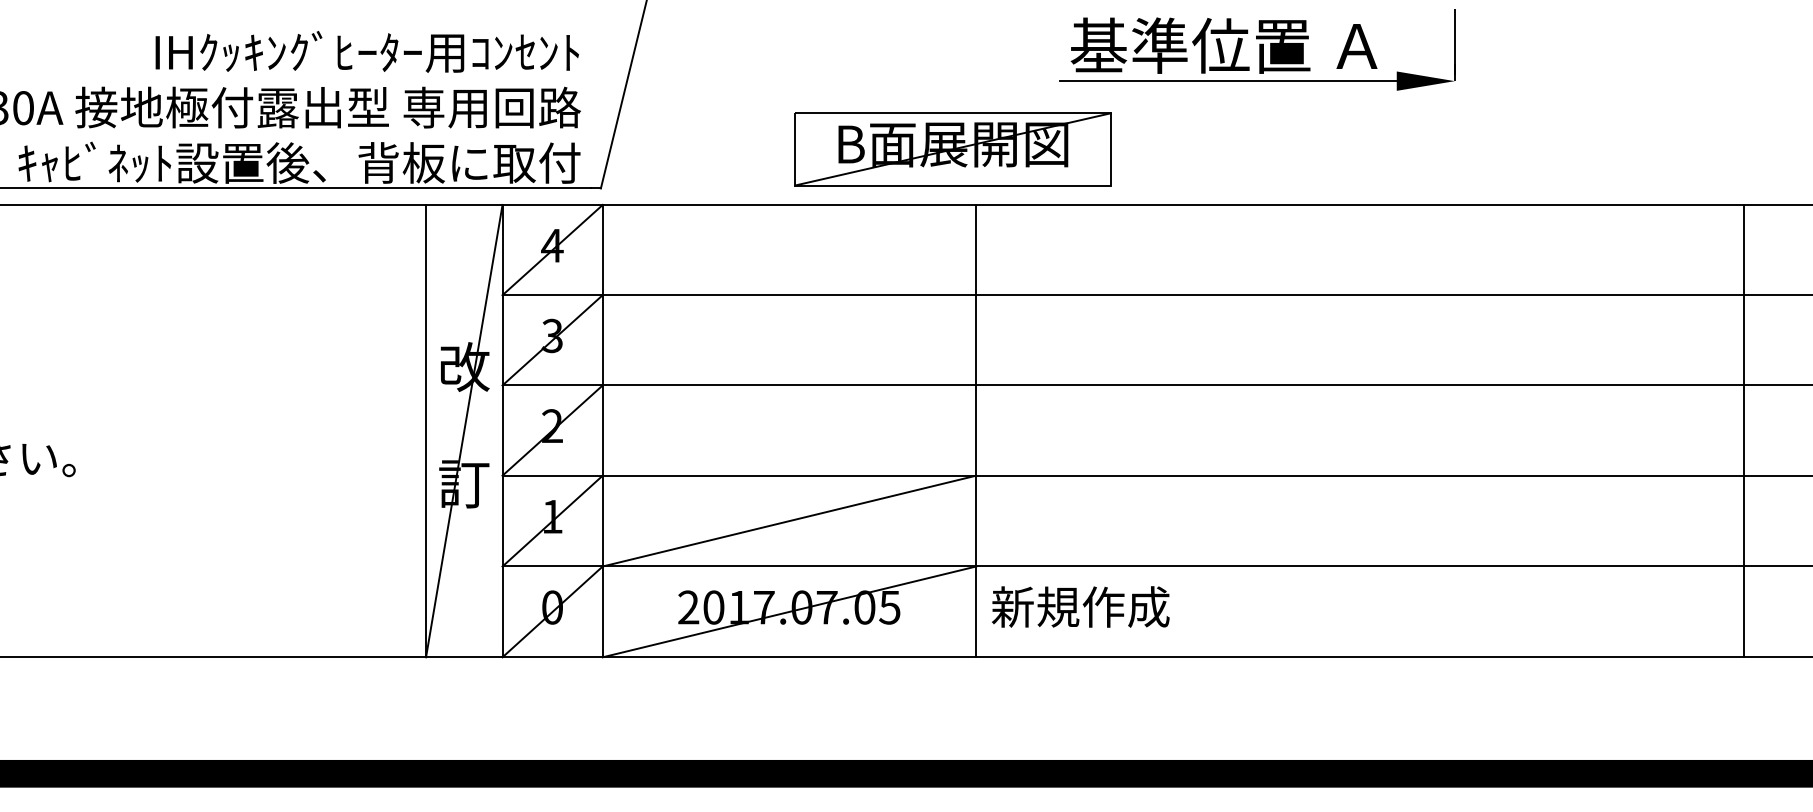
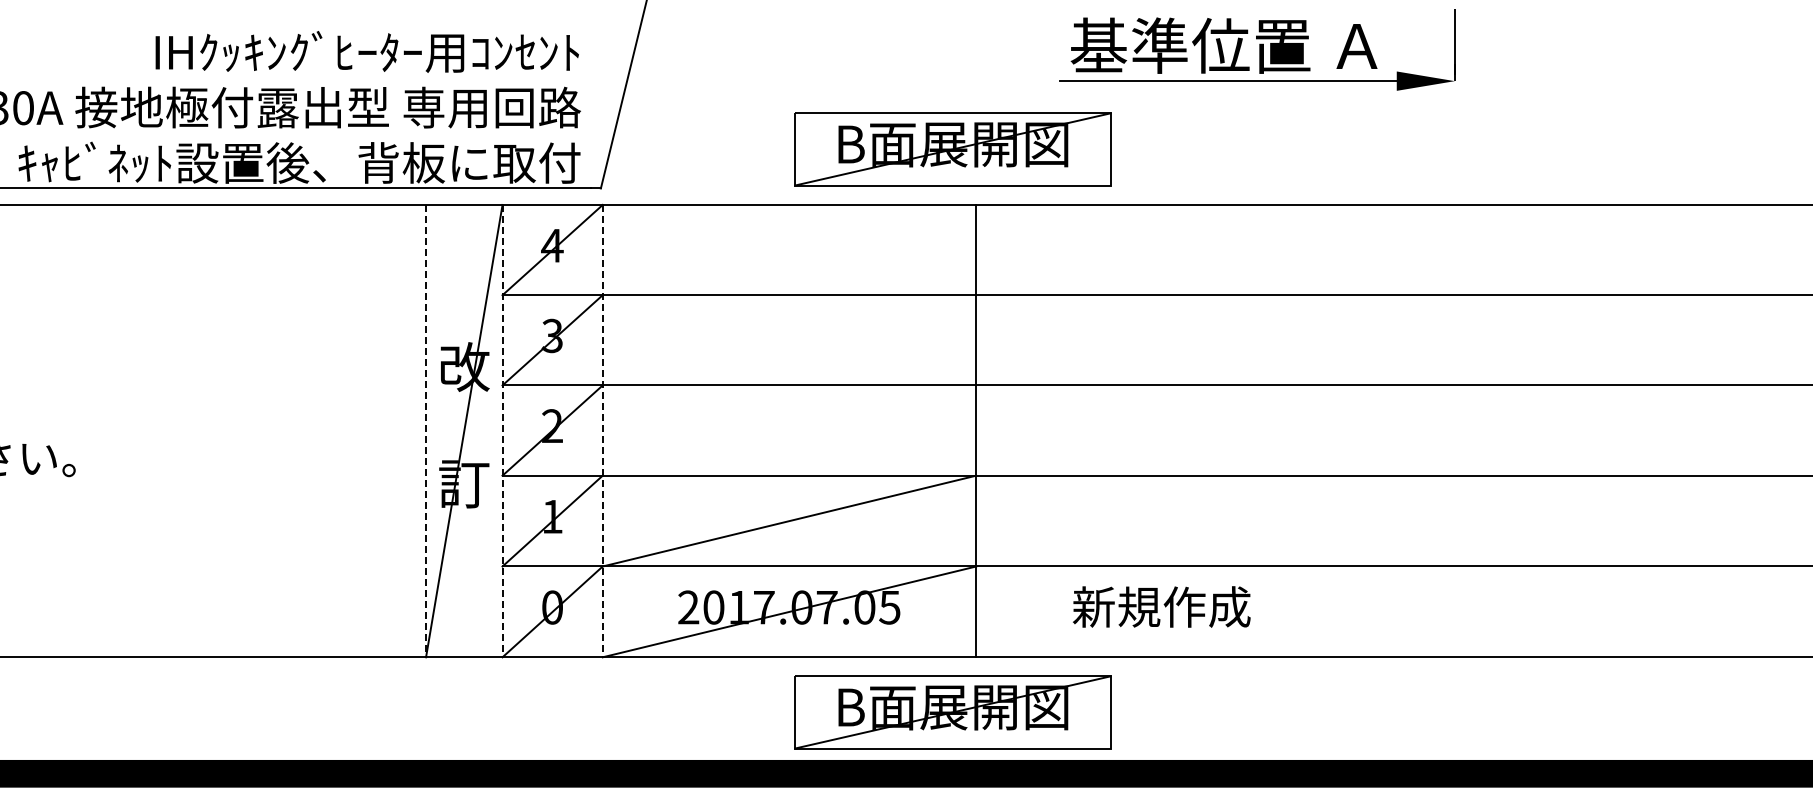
line at (426, 431): solid -> dashed
line at (502, 431): solid -> dashed
line at (602, 431): solid -> dashed
line at (1744, 431): present -> none
text at (1080, 606) position: (1080, 606) -> (1161, 606)
part at (952, 712): none -> present
